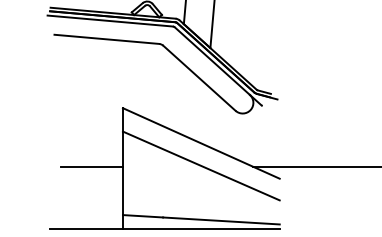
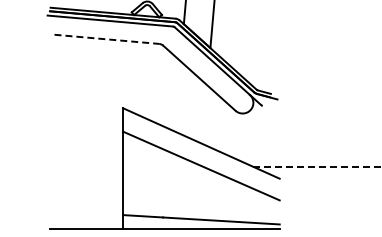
line at (106, 39): solid -> dashed
line at (91, 166): present -> none
line at (317, 166): solid -> dashed
